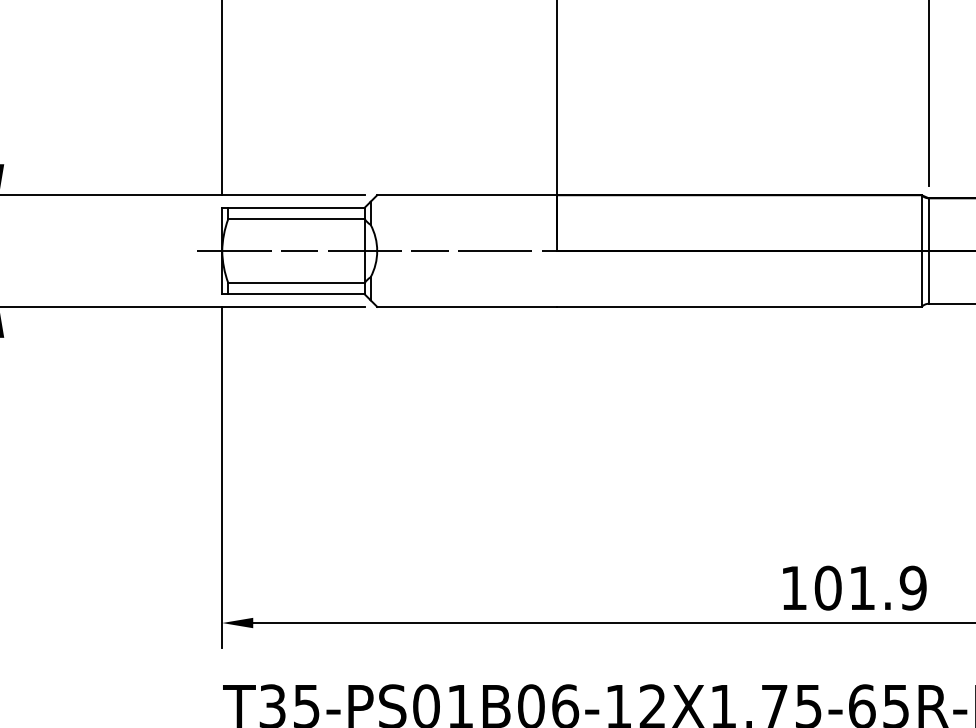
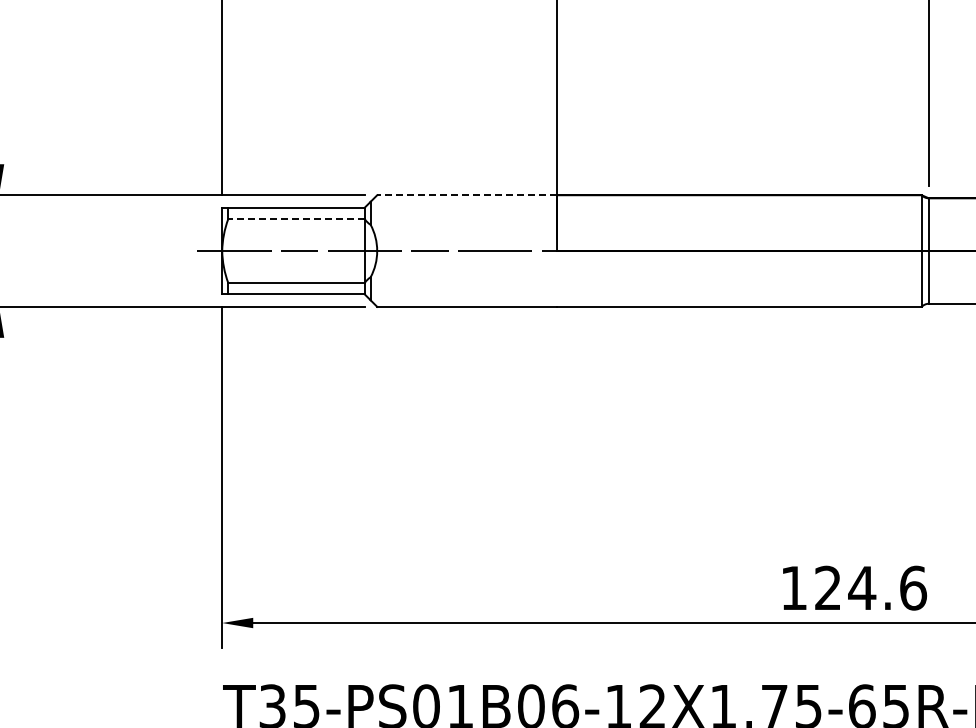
line at (467, 195): solid -> dashed
line at (296, 219): solid -> dashed
text at (870, 587): 101.9 -> 124.6
